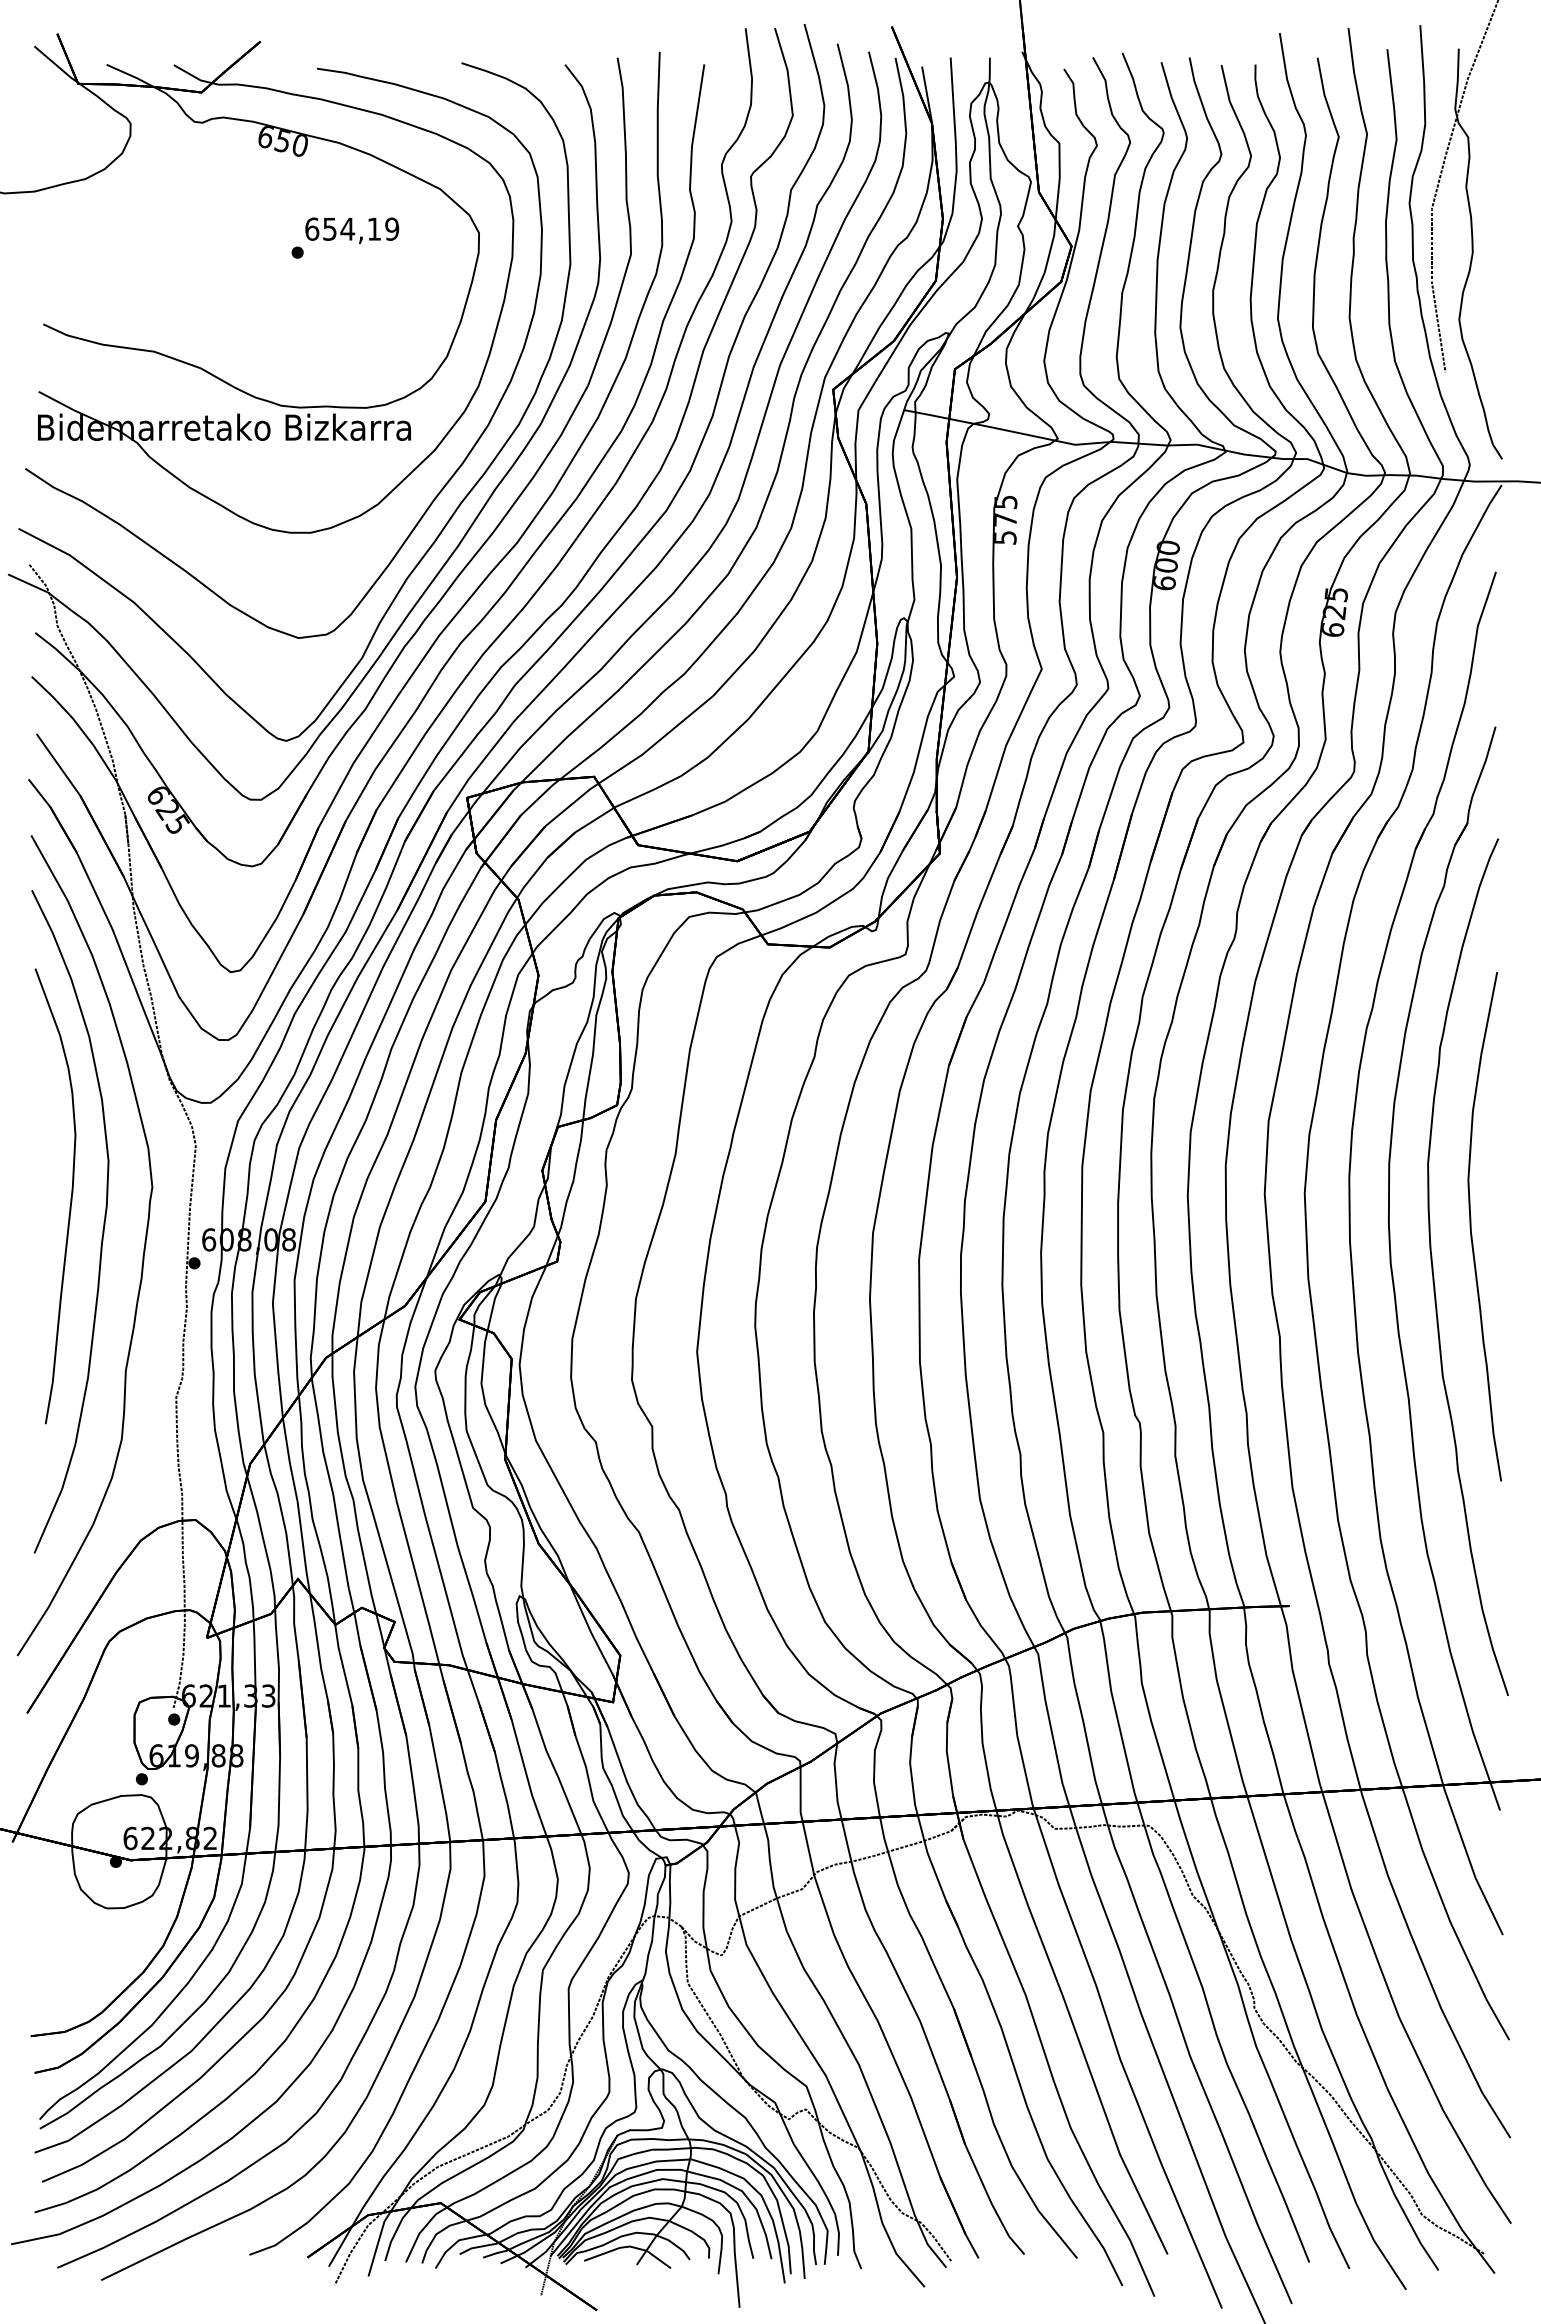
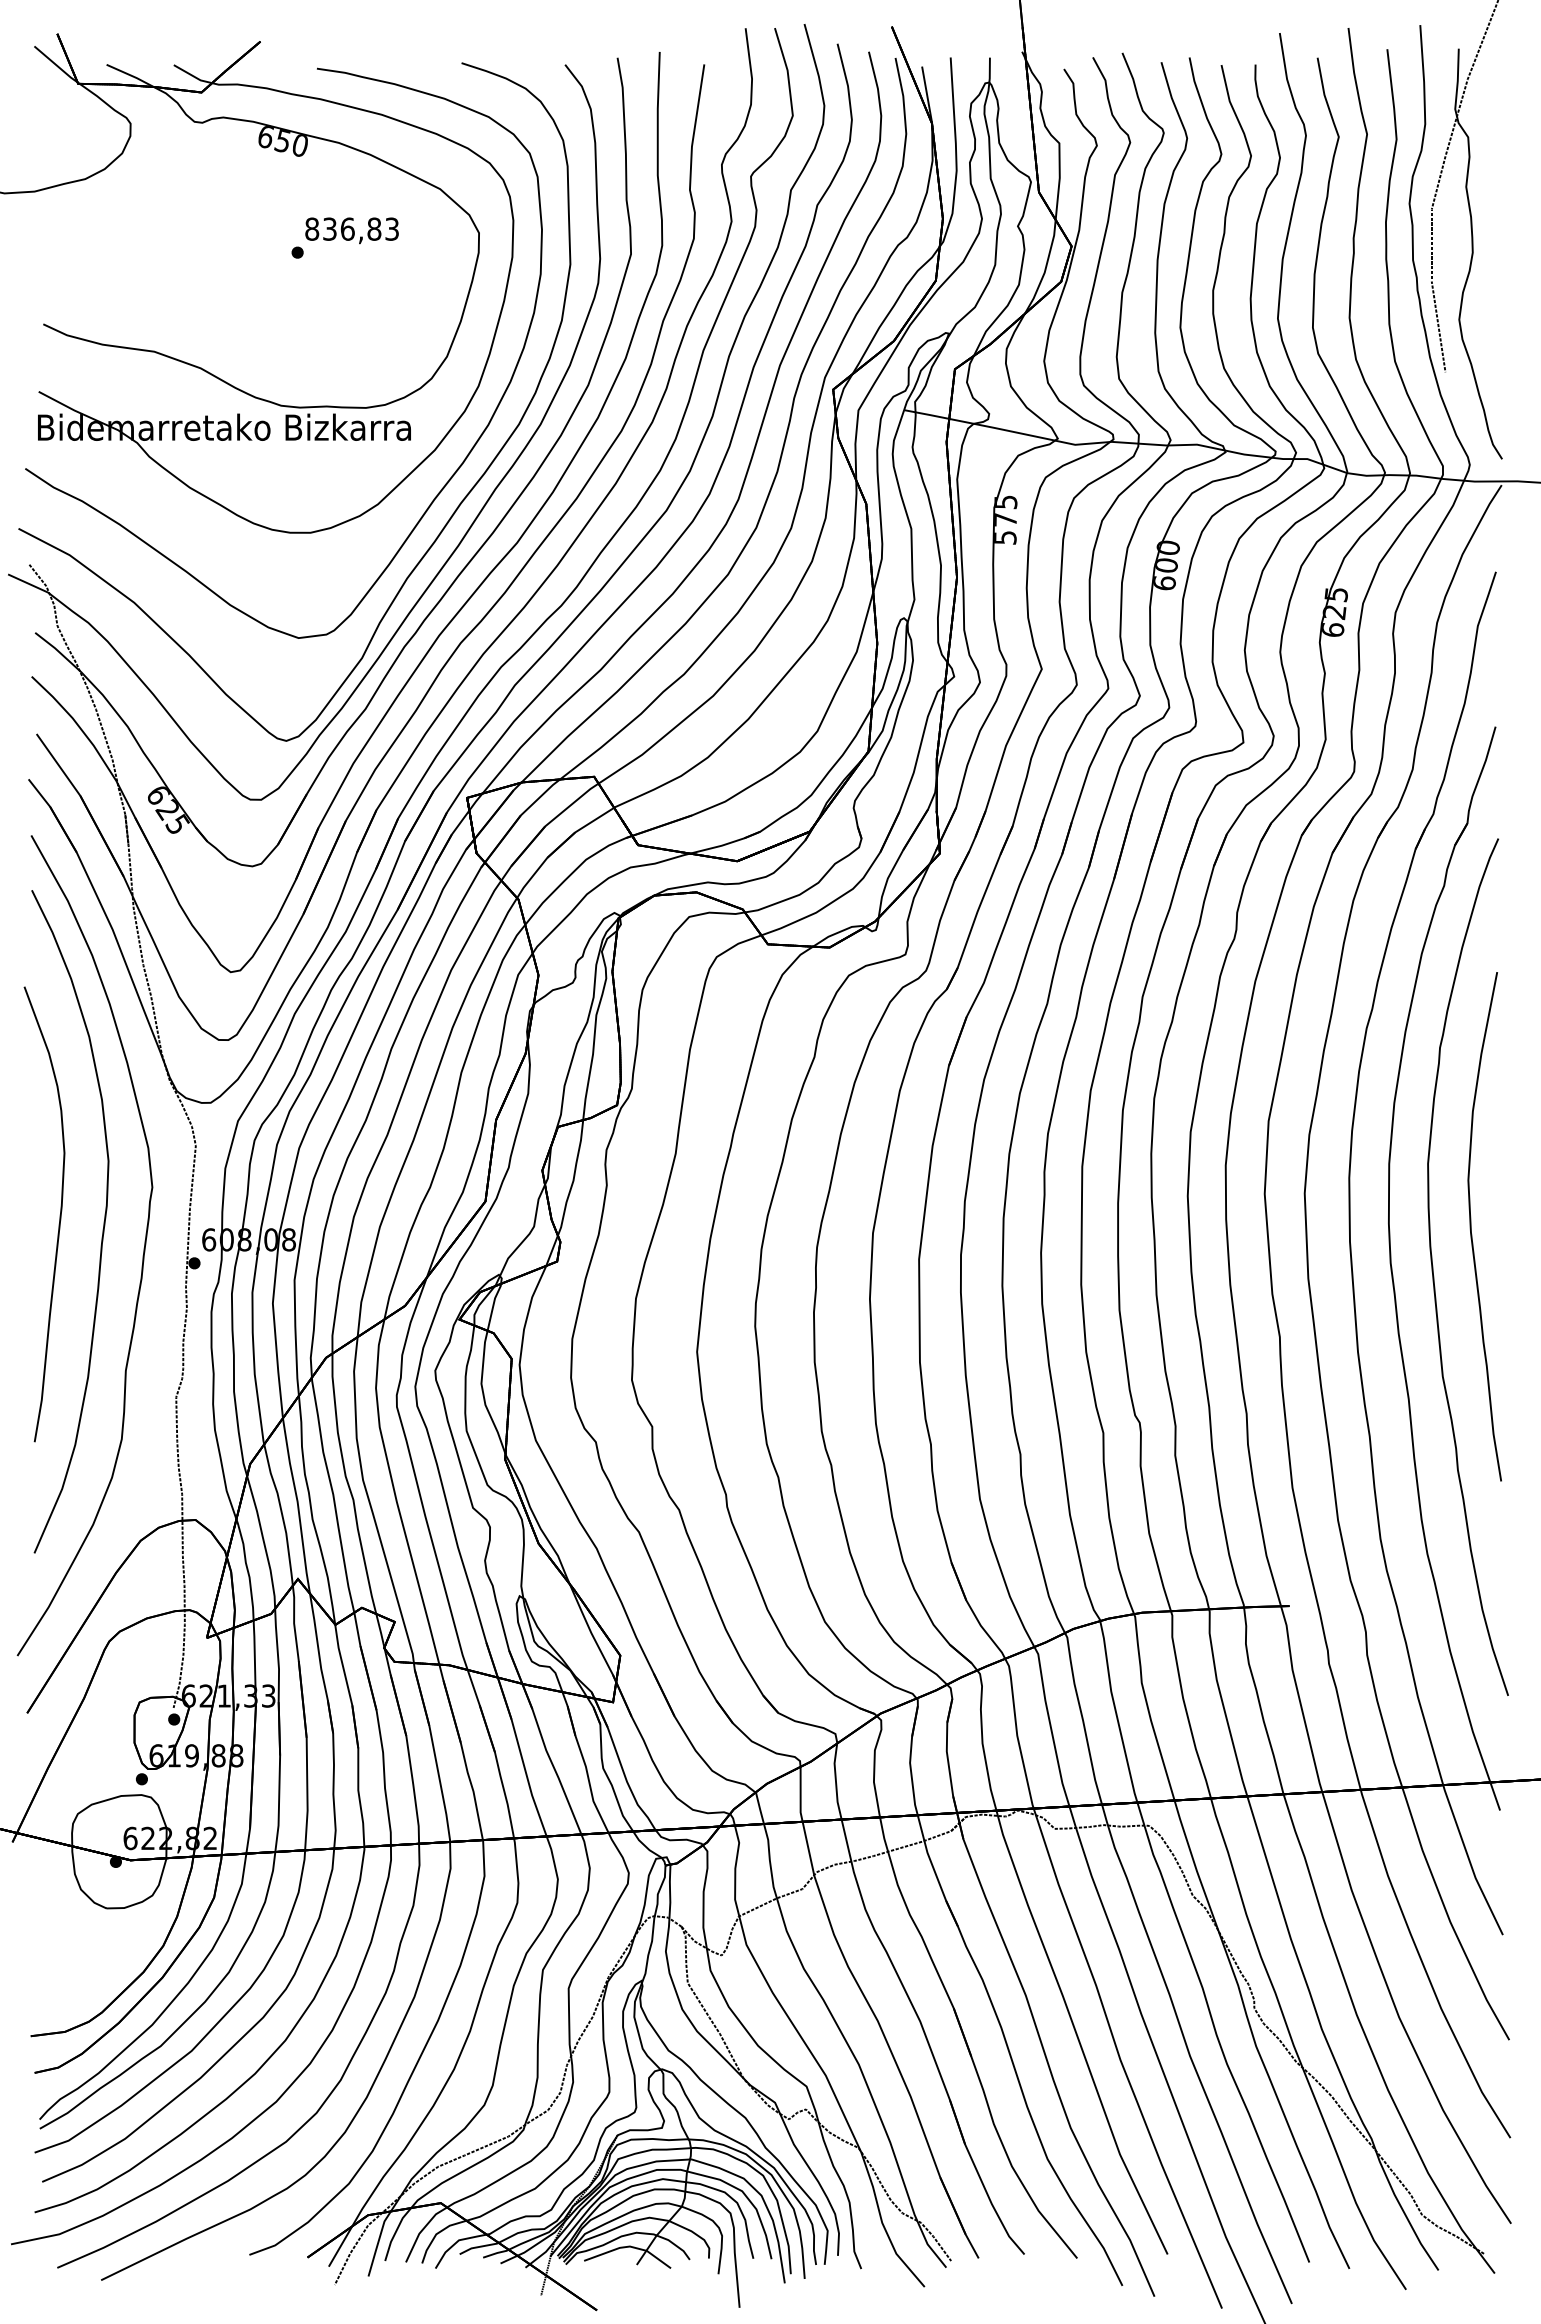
text at (352, 228): 654,19 -> 836,83
curve at (70, 1197) position: (70, 1197) -> (59, 1215)
